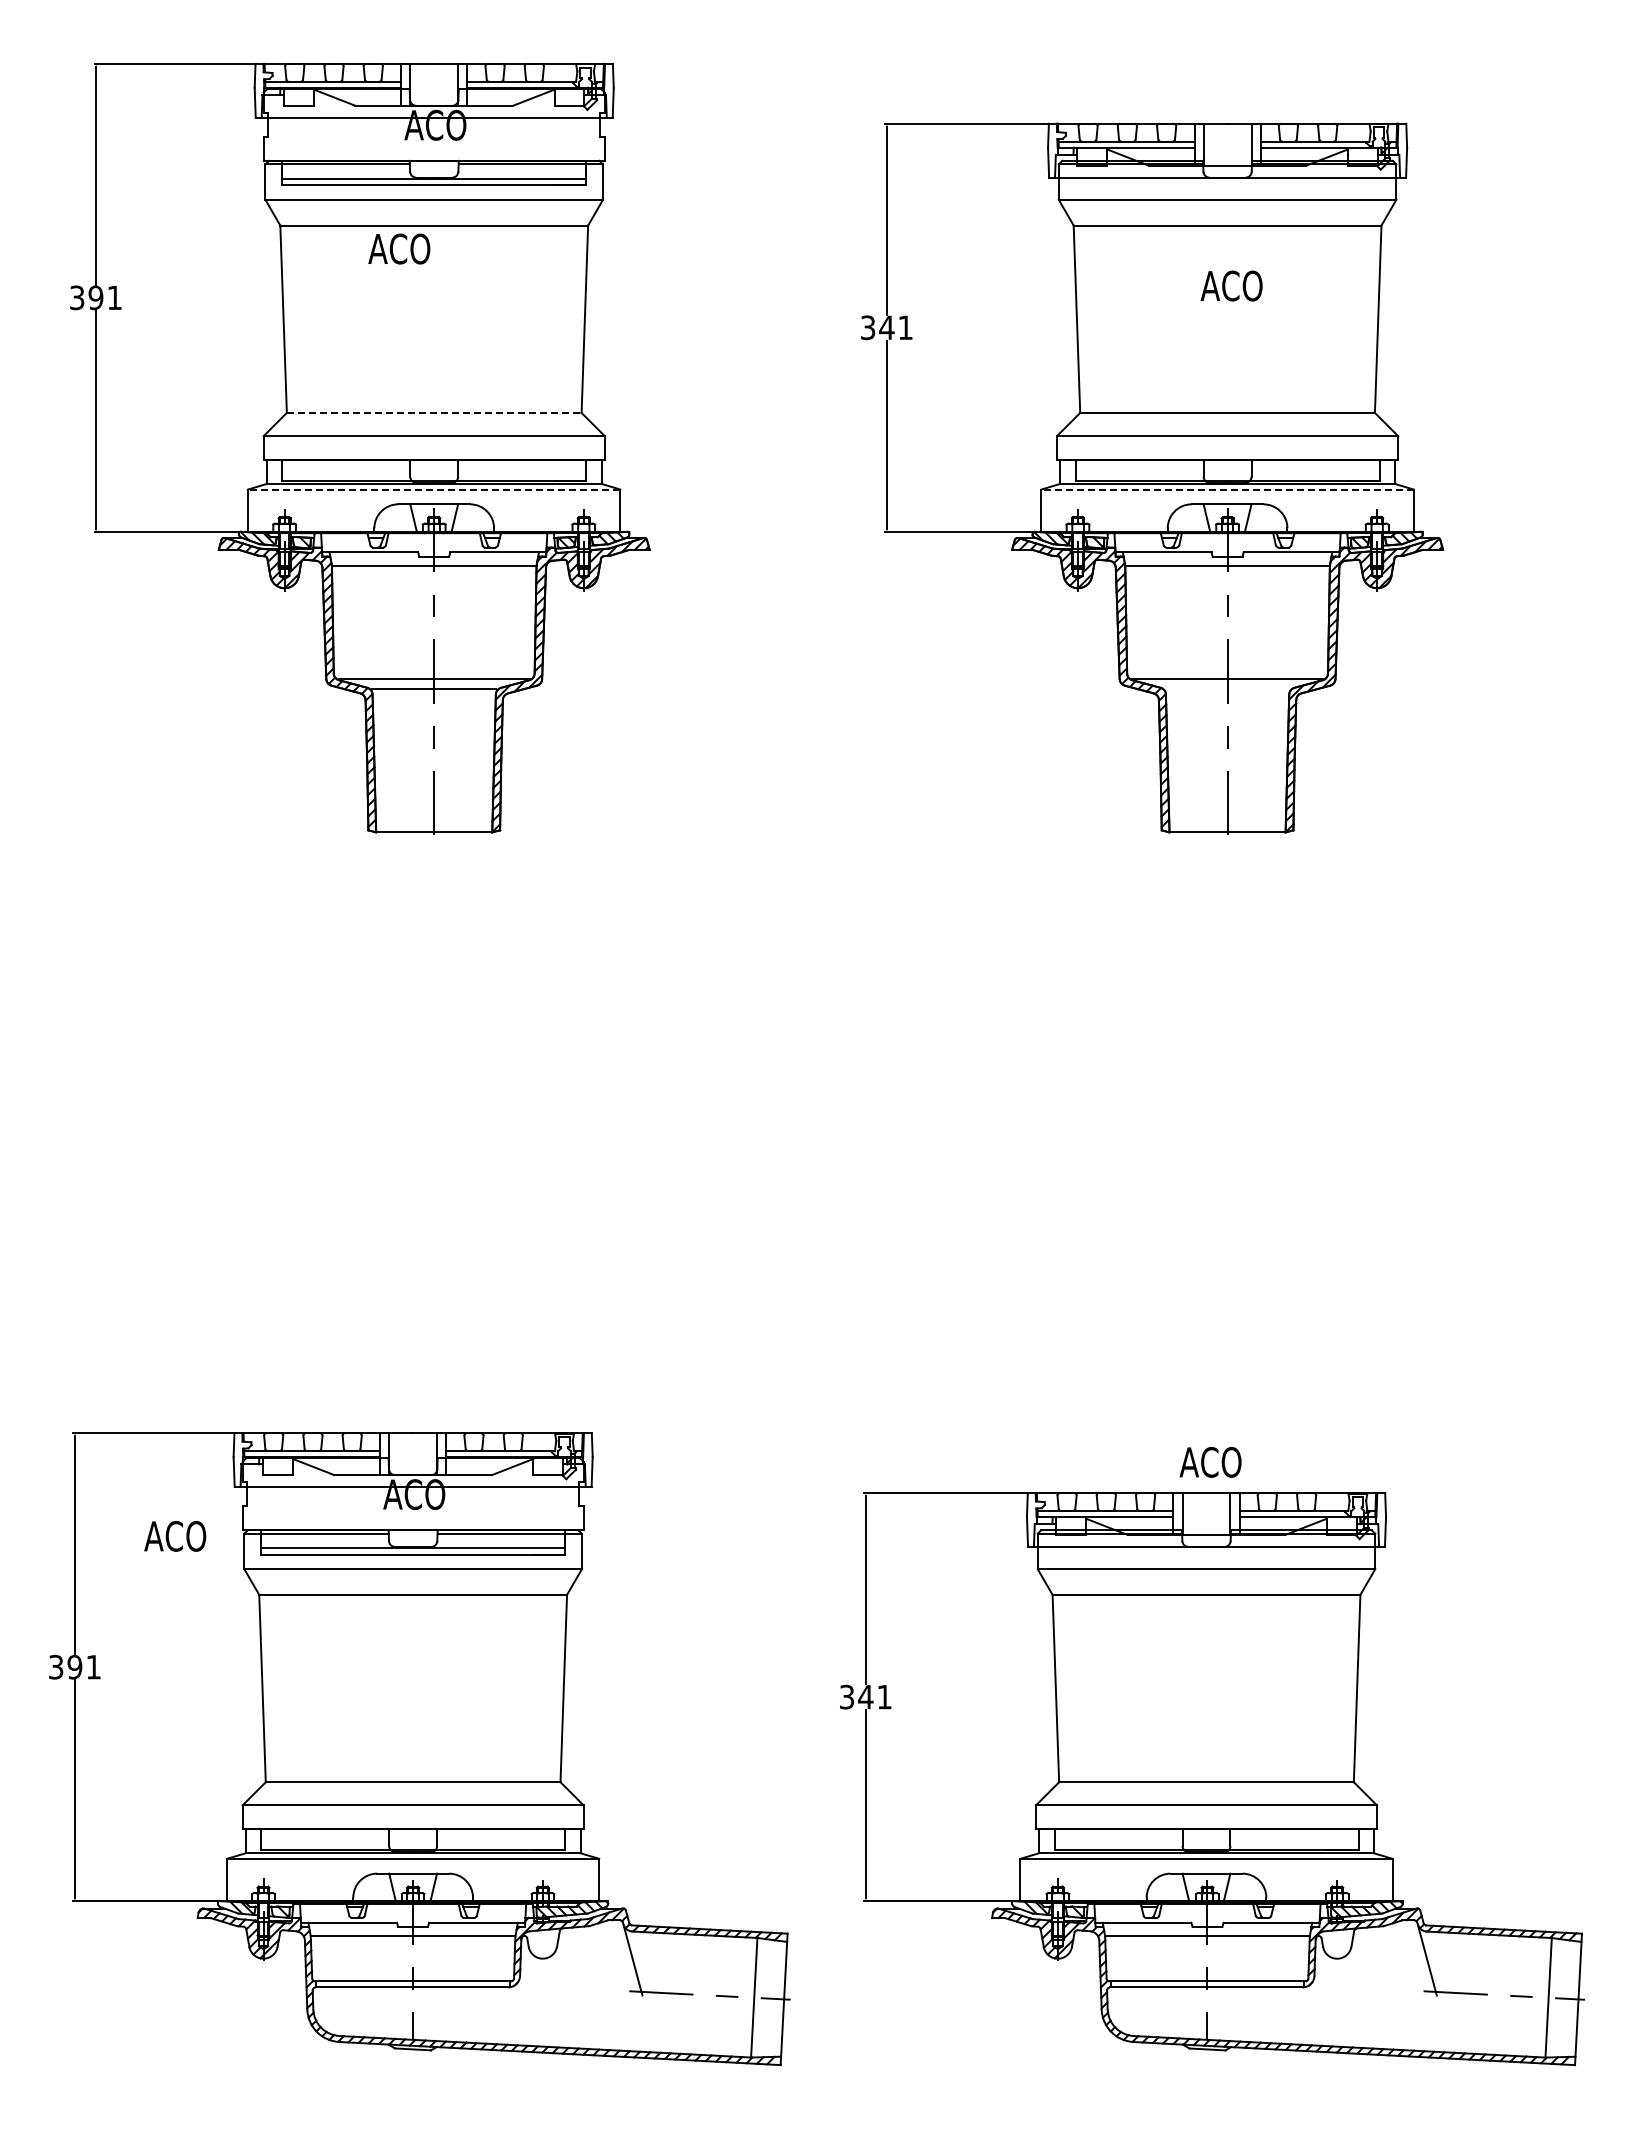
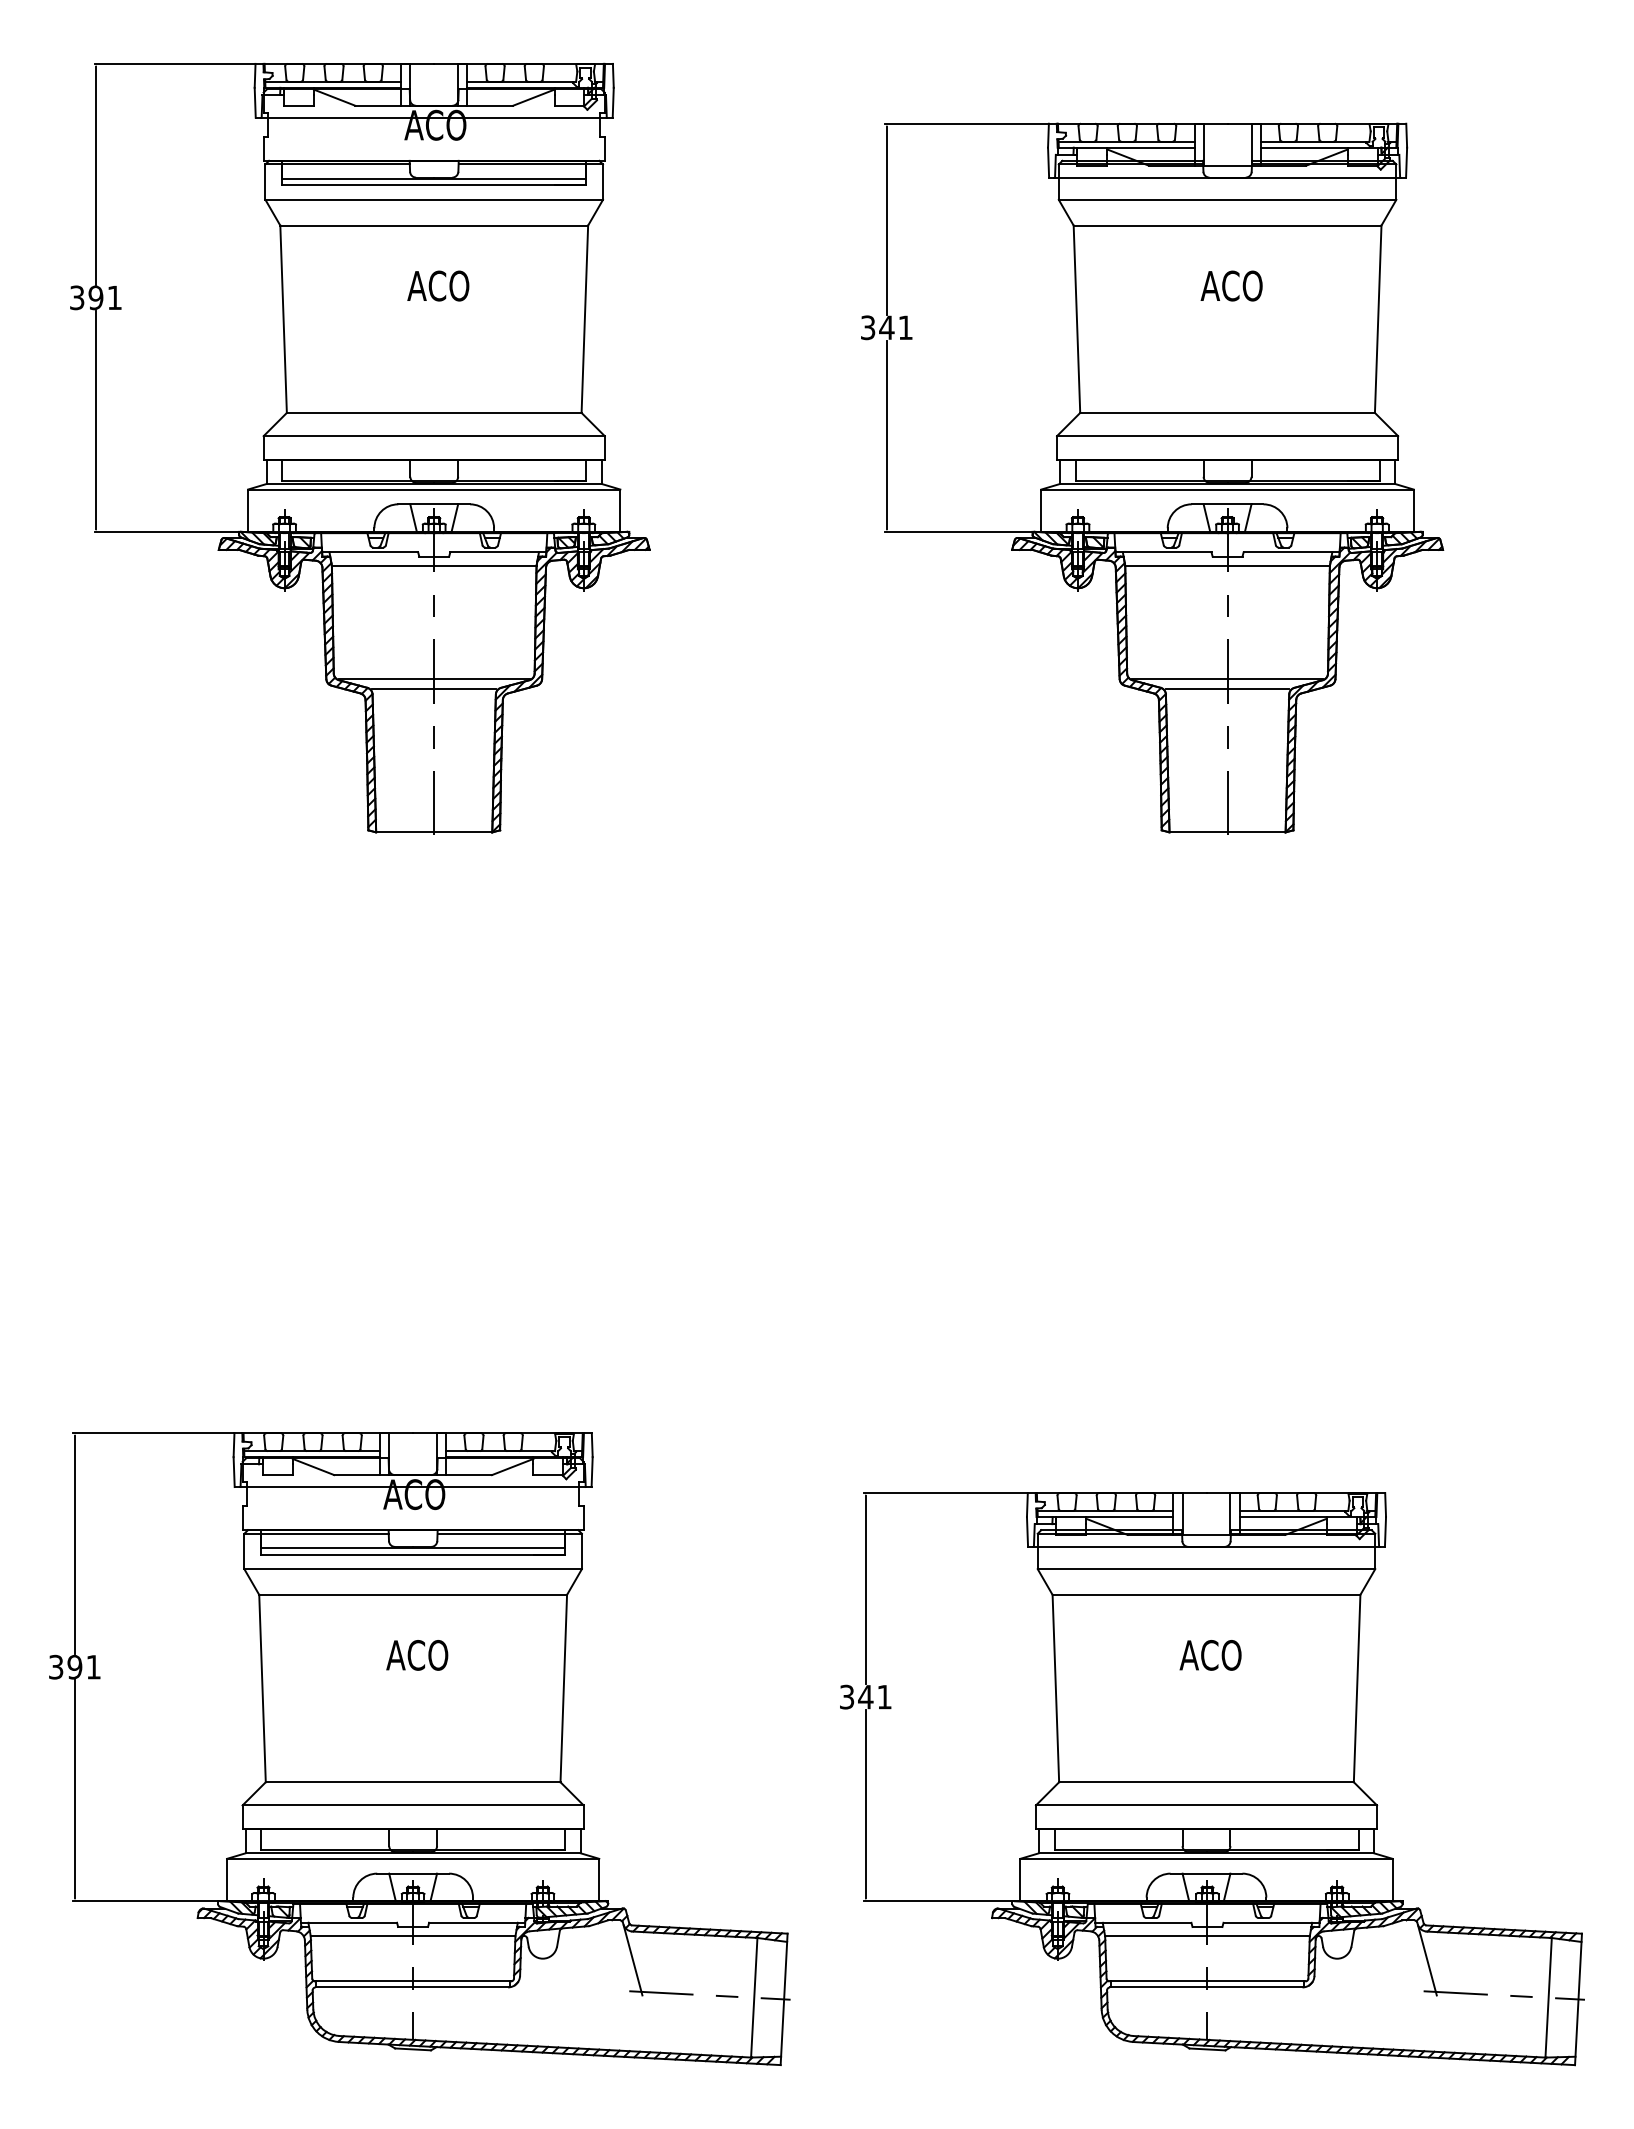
text at (399, 248) position: (399, 248) -> (438, 285)
line at (434, 412): dashed -> solid
line at (433, 489): dashed -> solid
line at (1227, 489): dashed -> solid
line at (1227, 689): none -> present
text at (1210, 1462) position: (1210, 1462) -> (1210, 1655)
text at (175, 1536) position: (175, 1536) -> (417, 1655)
